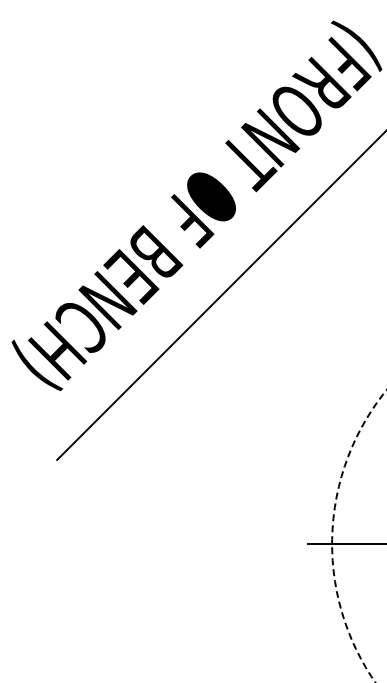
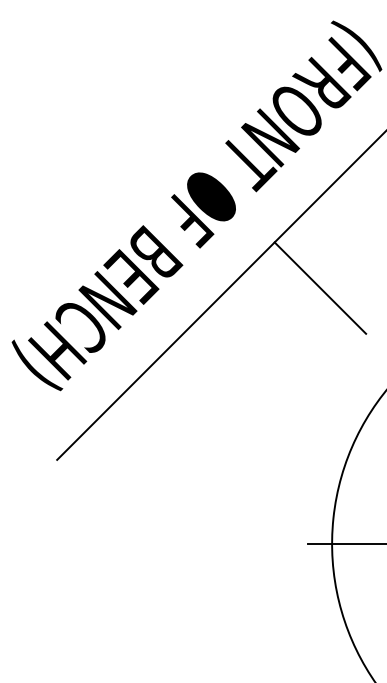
line at (320, 287): none -> present
arc at (332, 535): dashed -> solid
